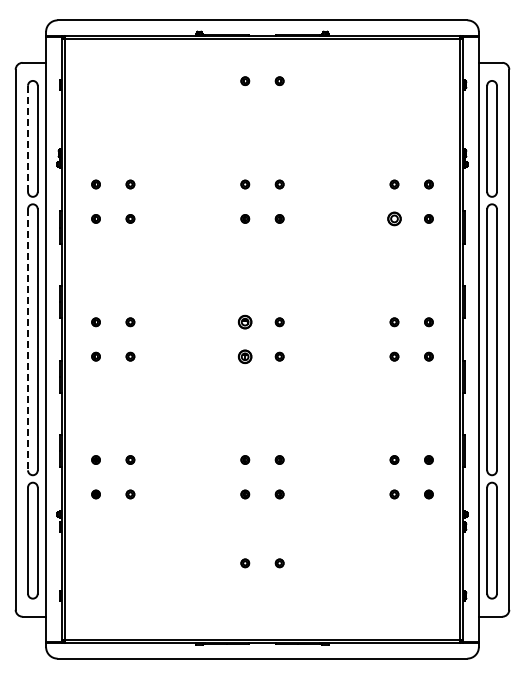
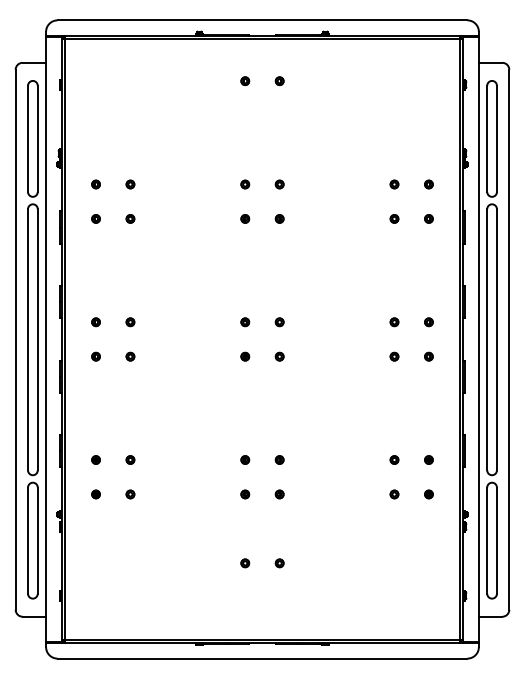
line at (28, 139): dashed -> solid
part at (394, 218) size: 15x16 px -> 11x10 px
part at (244, 321) size: 16x16 px -> 11x11 px
line at (28, 339): dashed -> solid
part at (244, 356) size: 16x15 px -> 11x11 px
